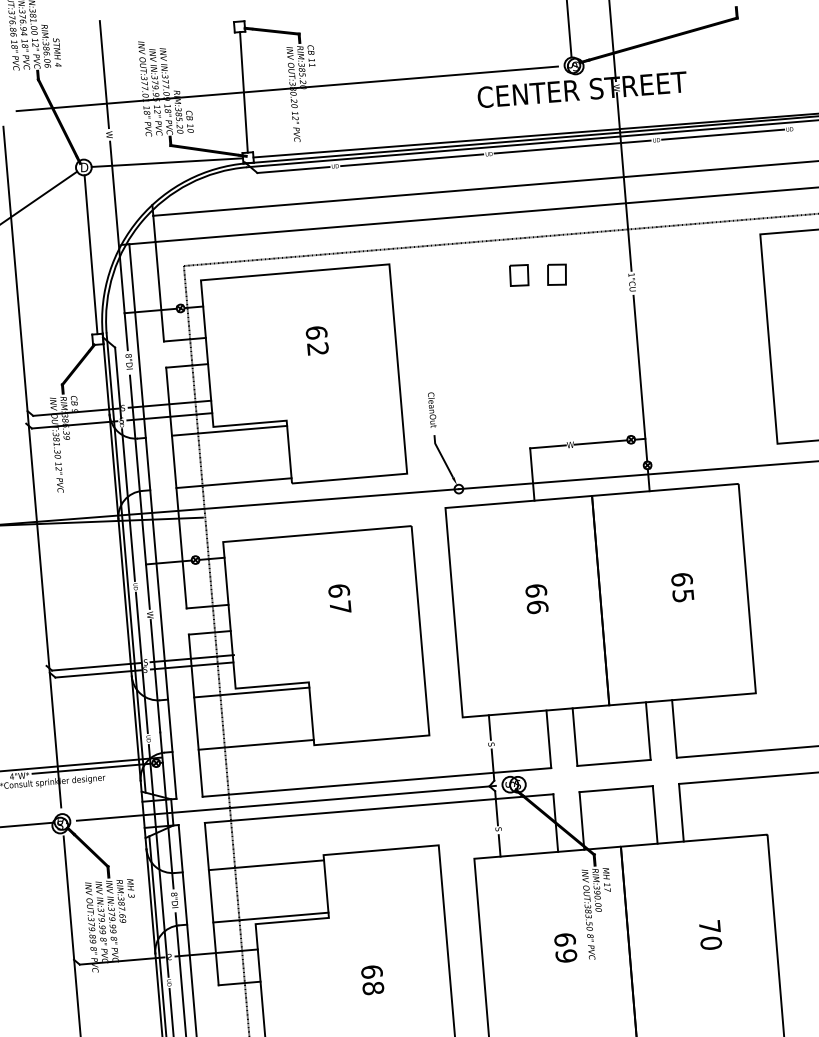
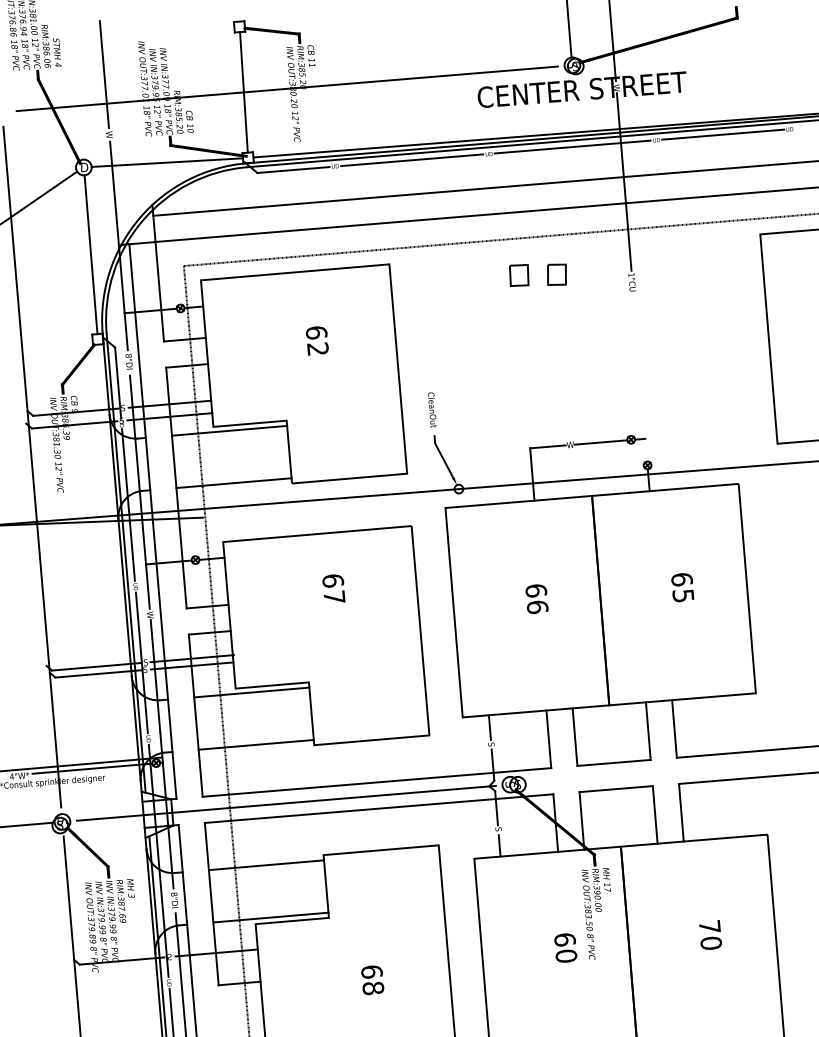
line at (640, 378): present -> none
text at (339, 598) position: (339, 598) -> (333, 588)
text at (565, 955): 69 -> 60
